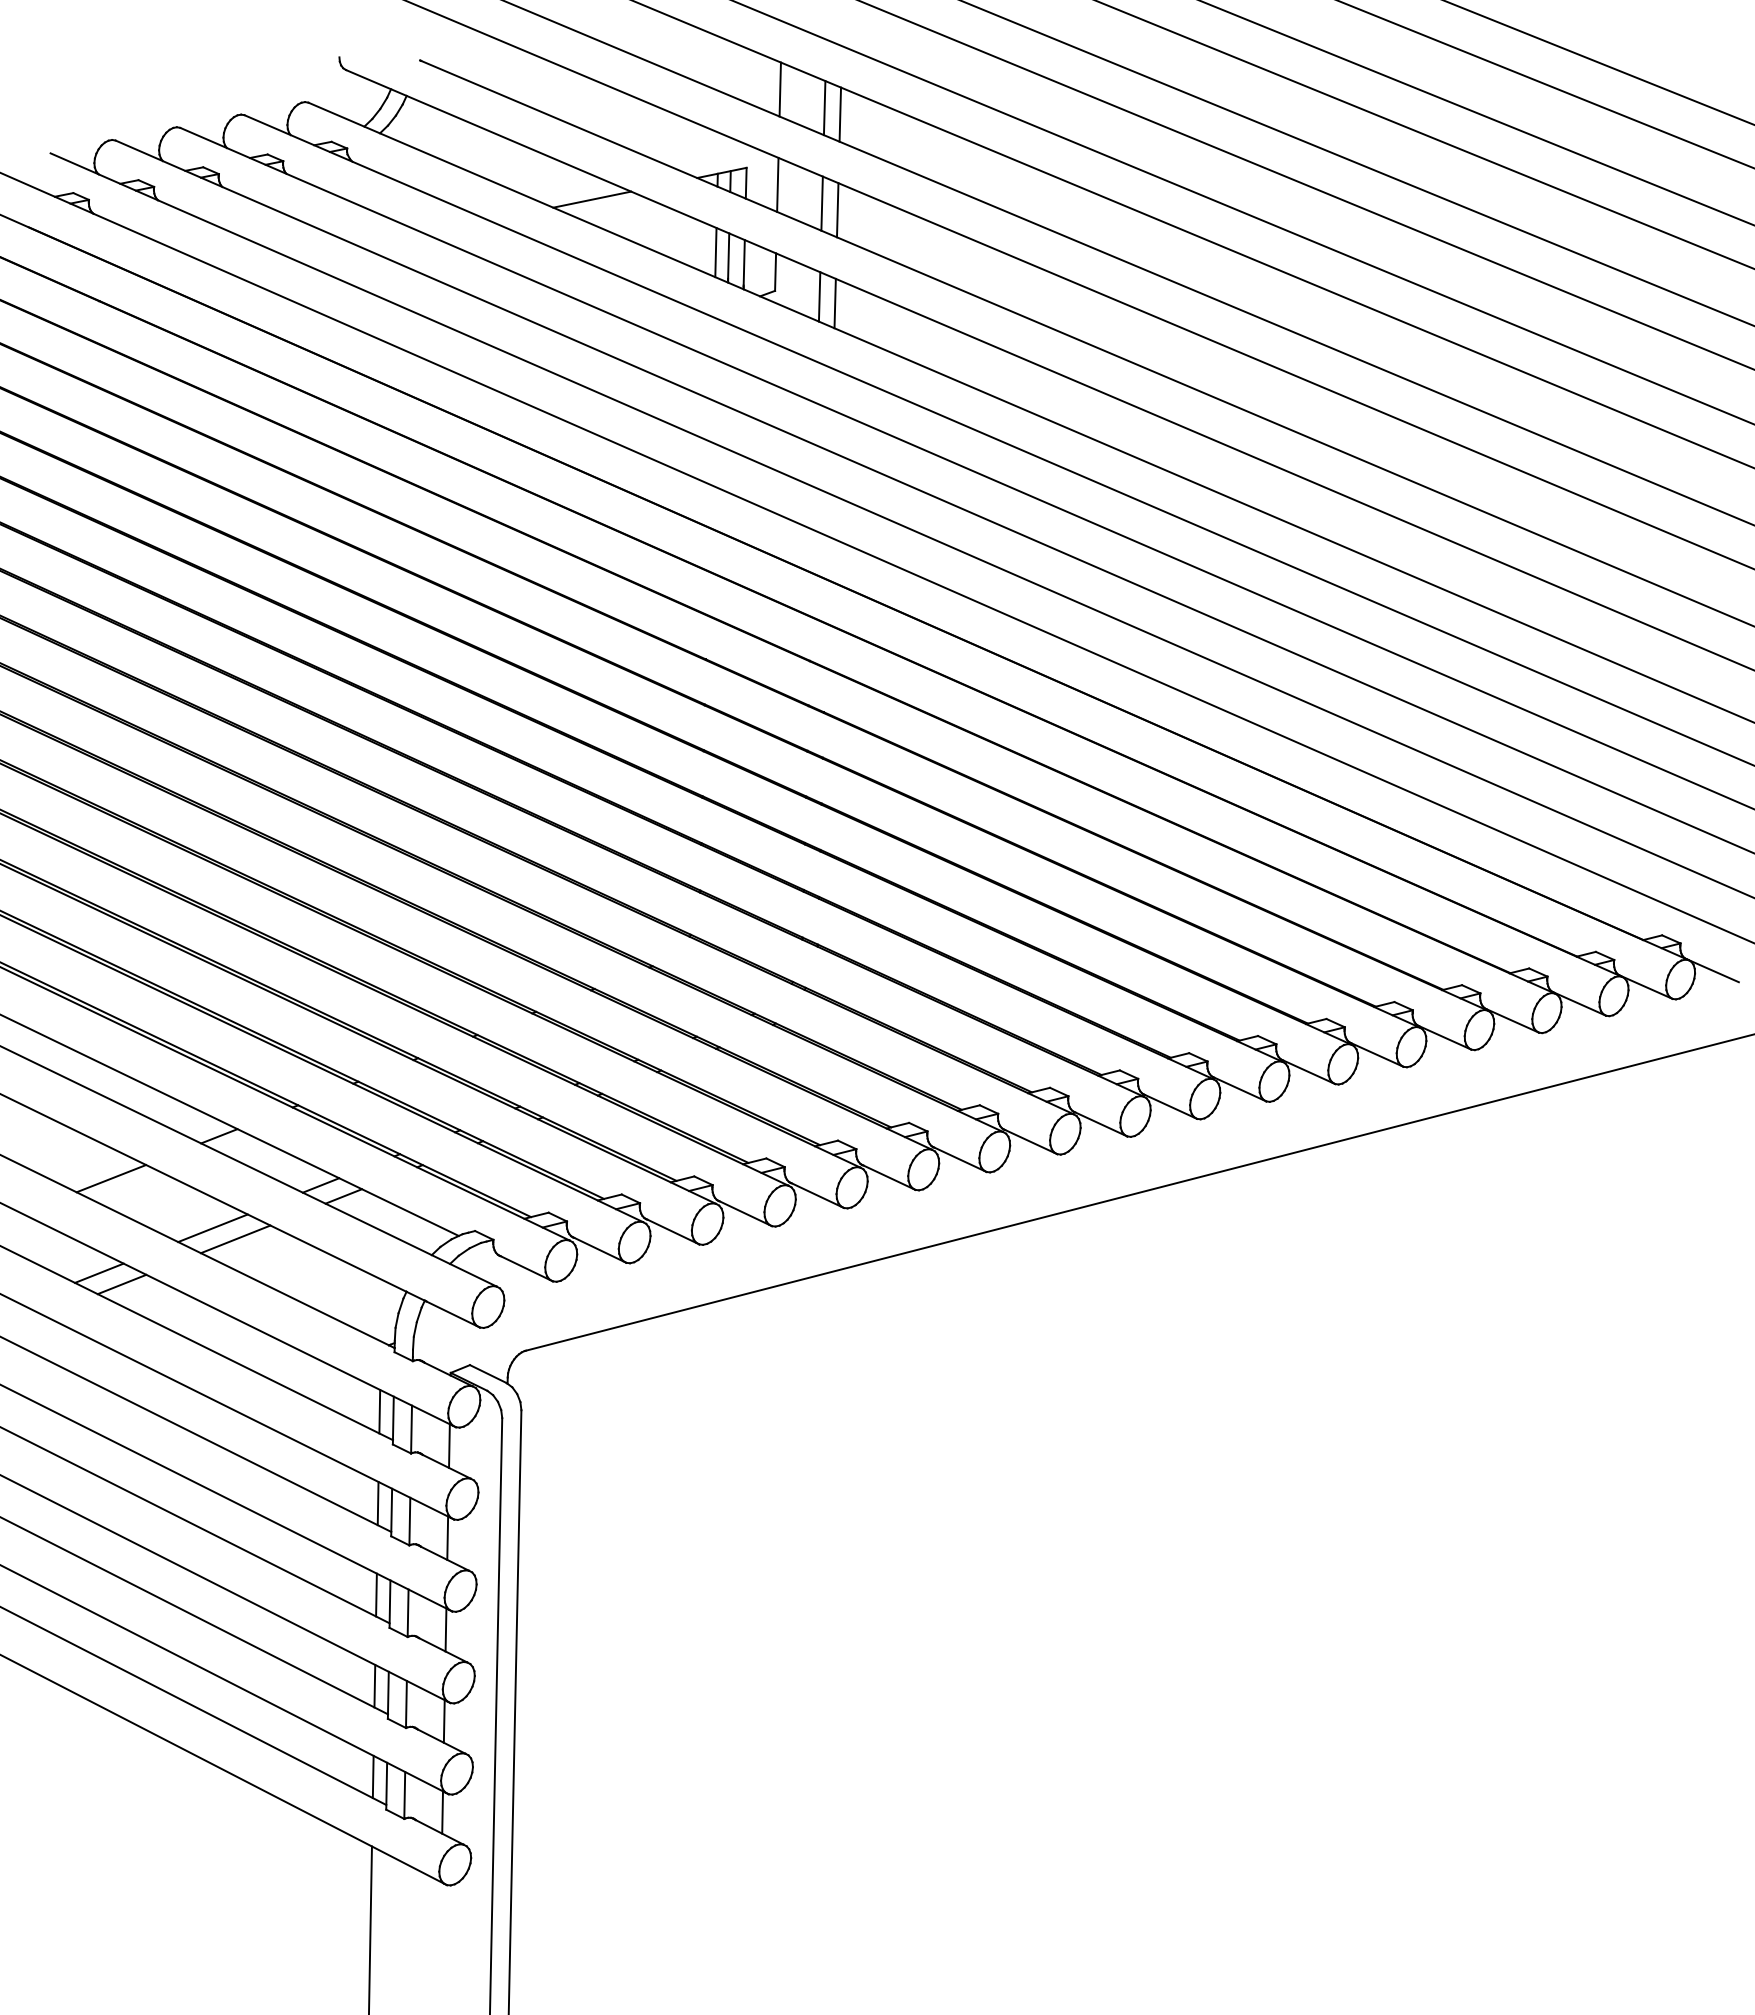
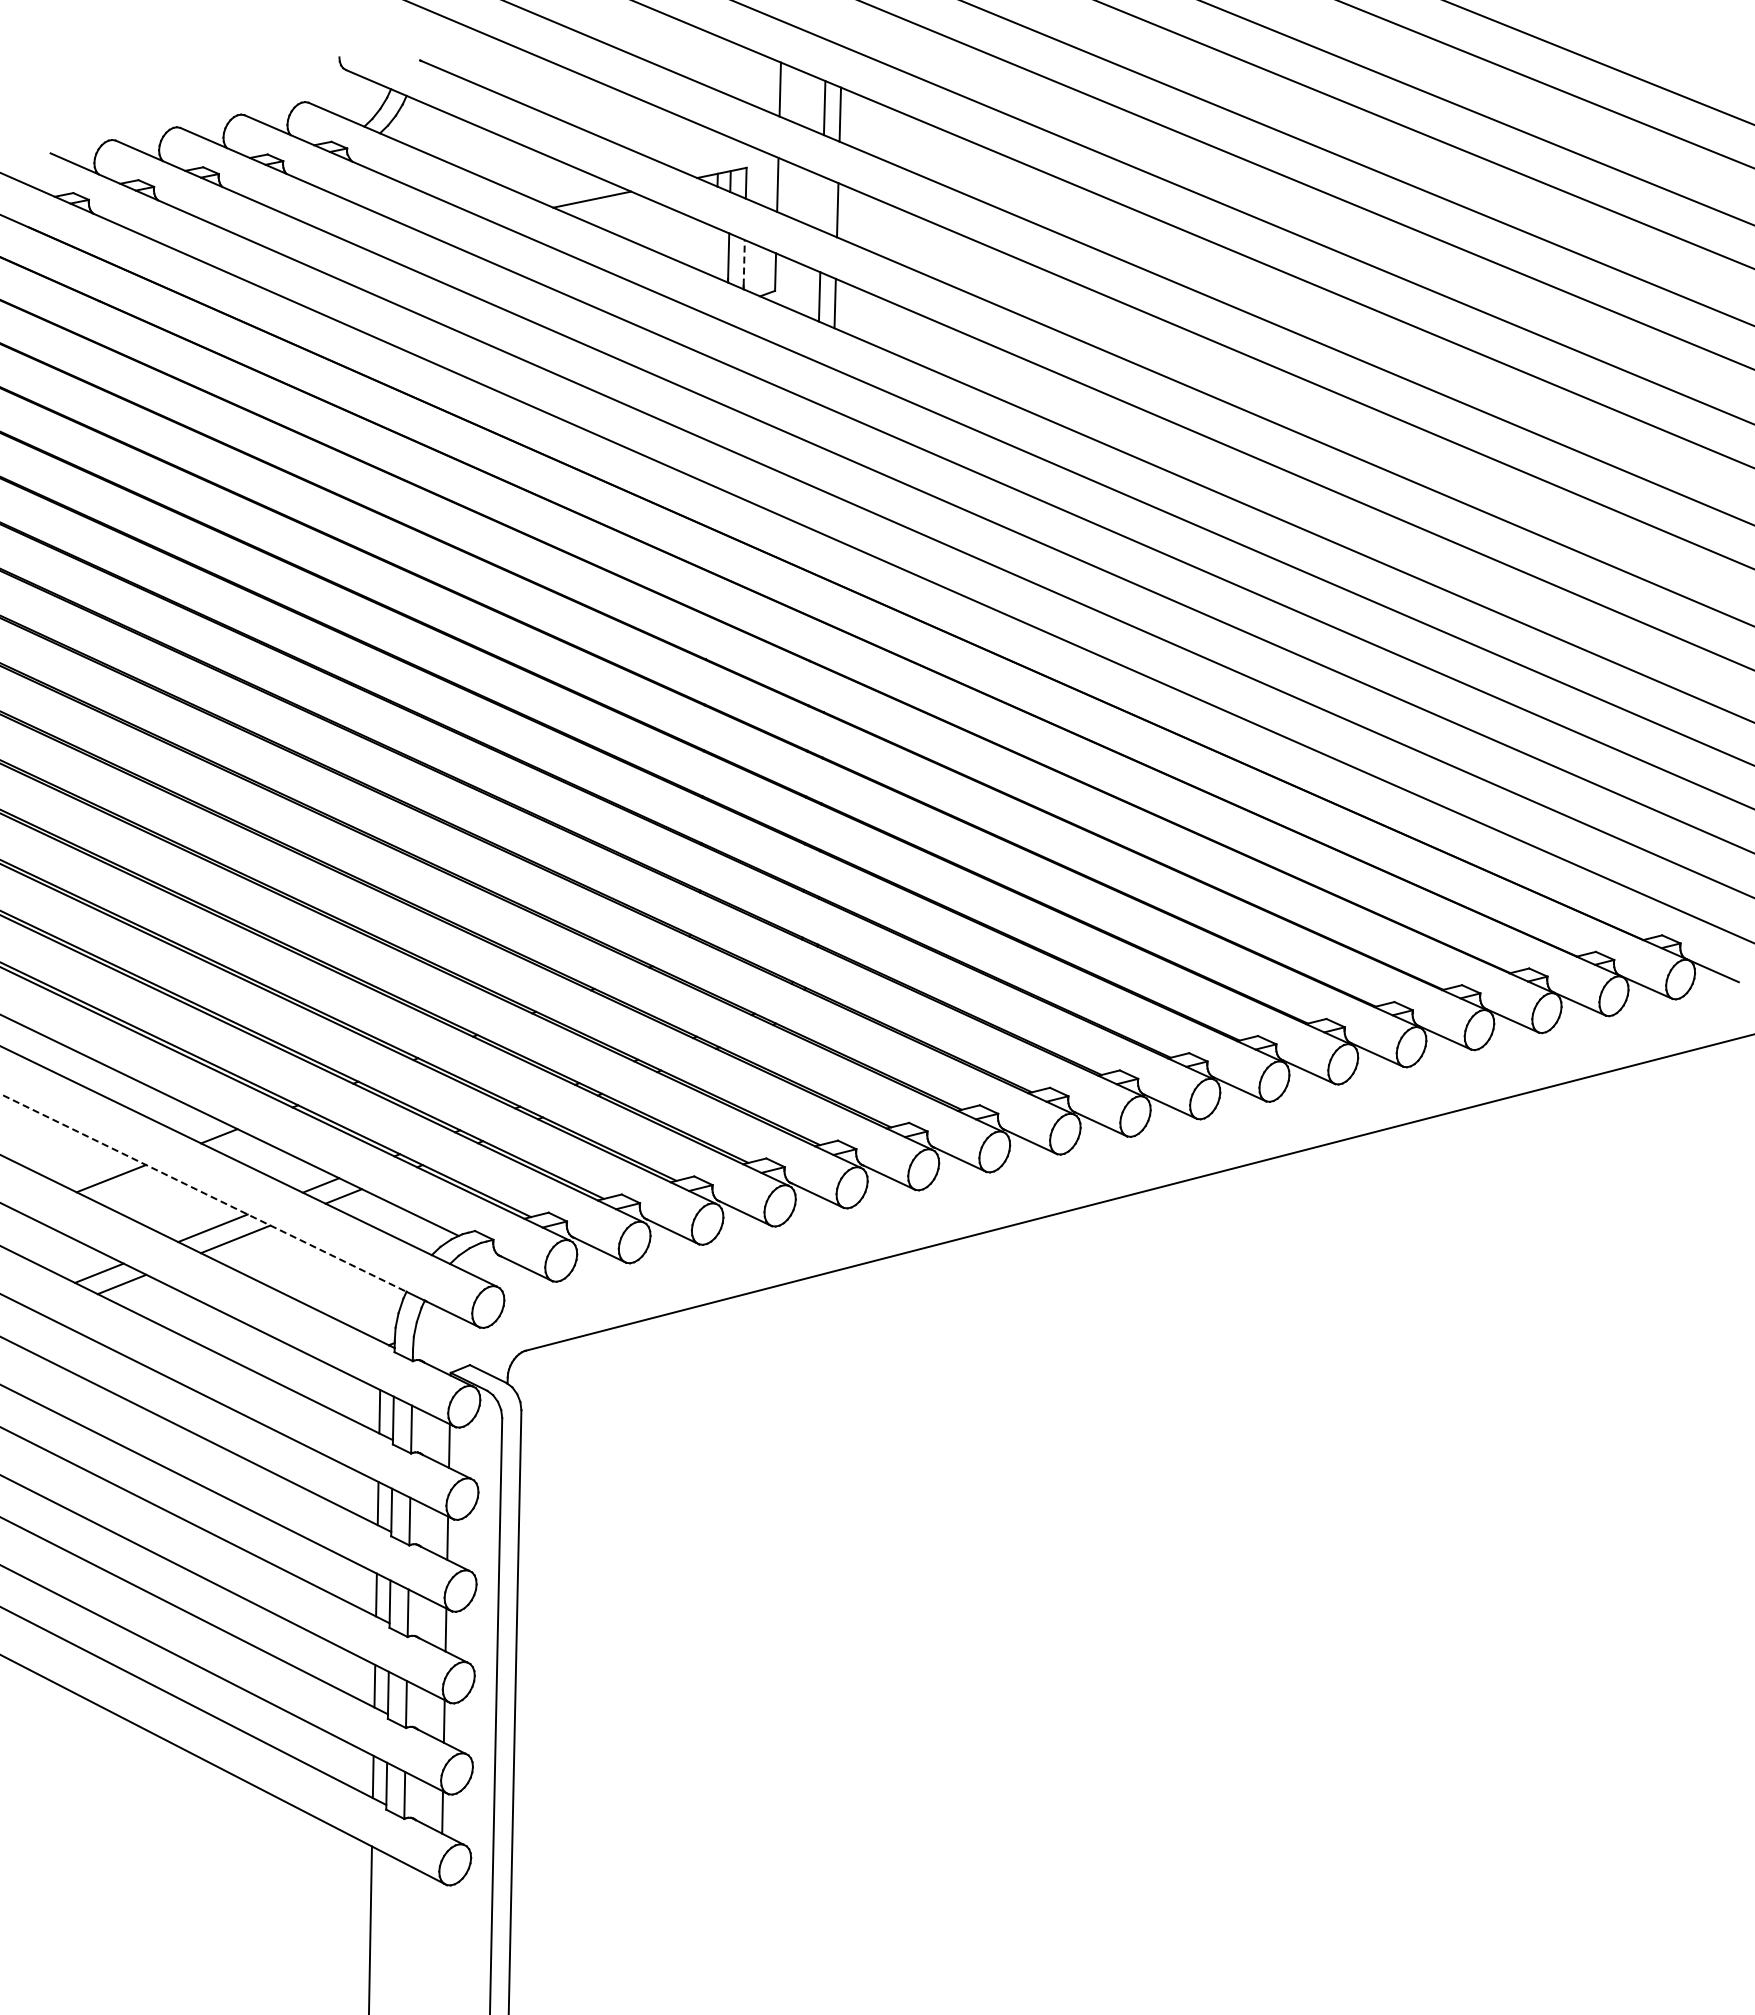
line at (821, 203): present -> none
line at (715, 252): present -> none
line at (744, 262): solid -> dashed
line at (203, 1192): solid -> dashed
